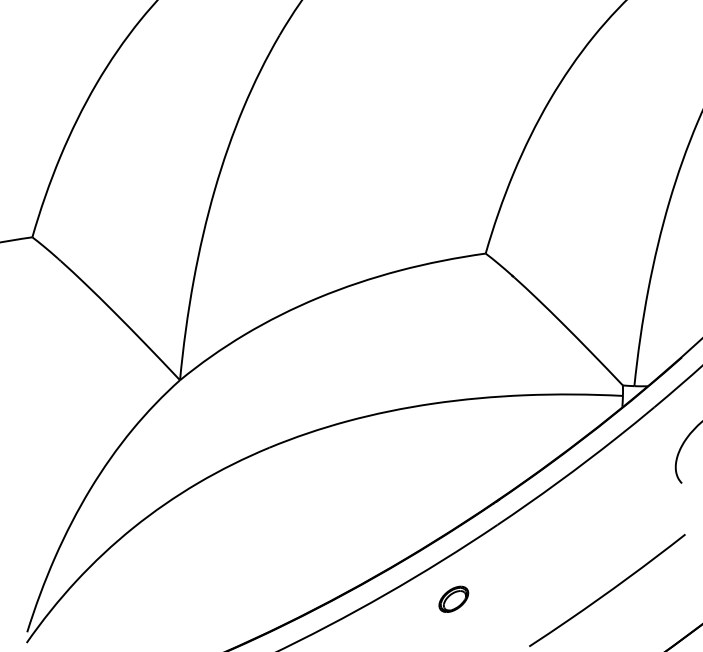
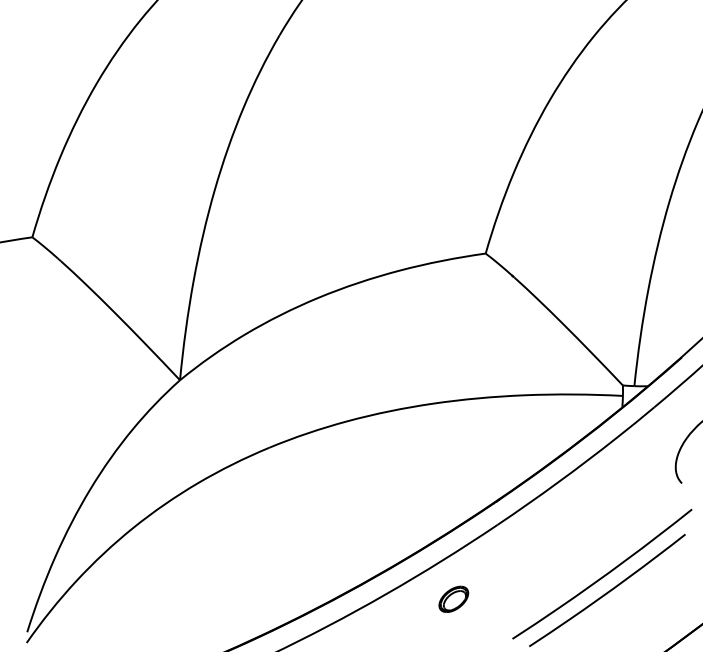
curve at (604, 574): none -> present
